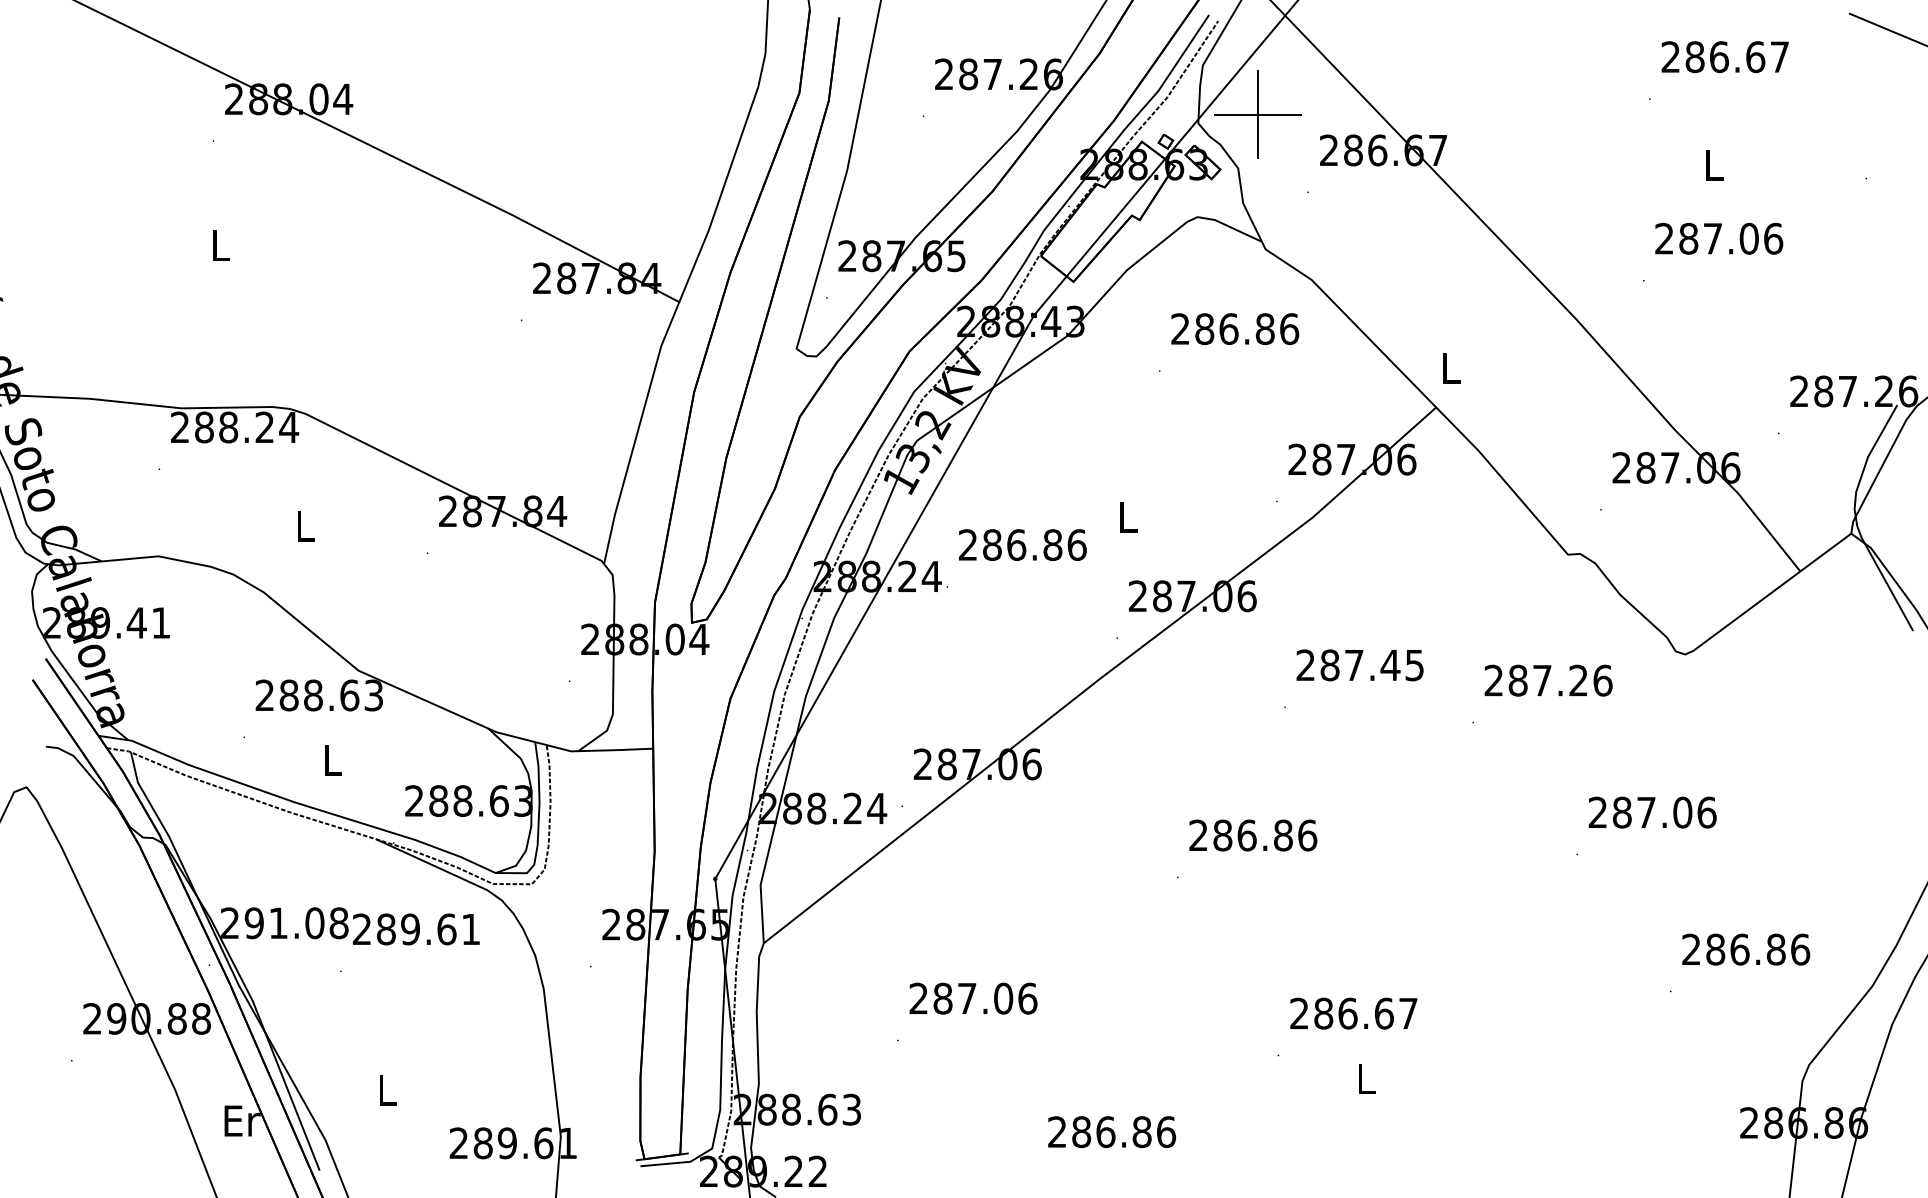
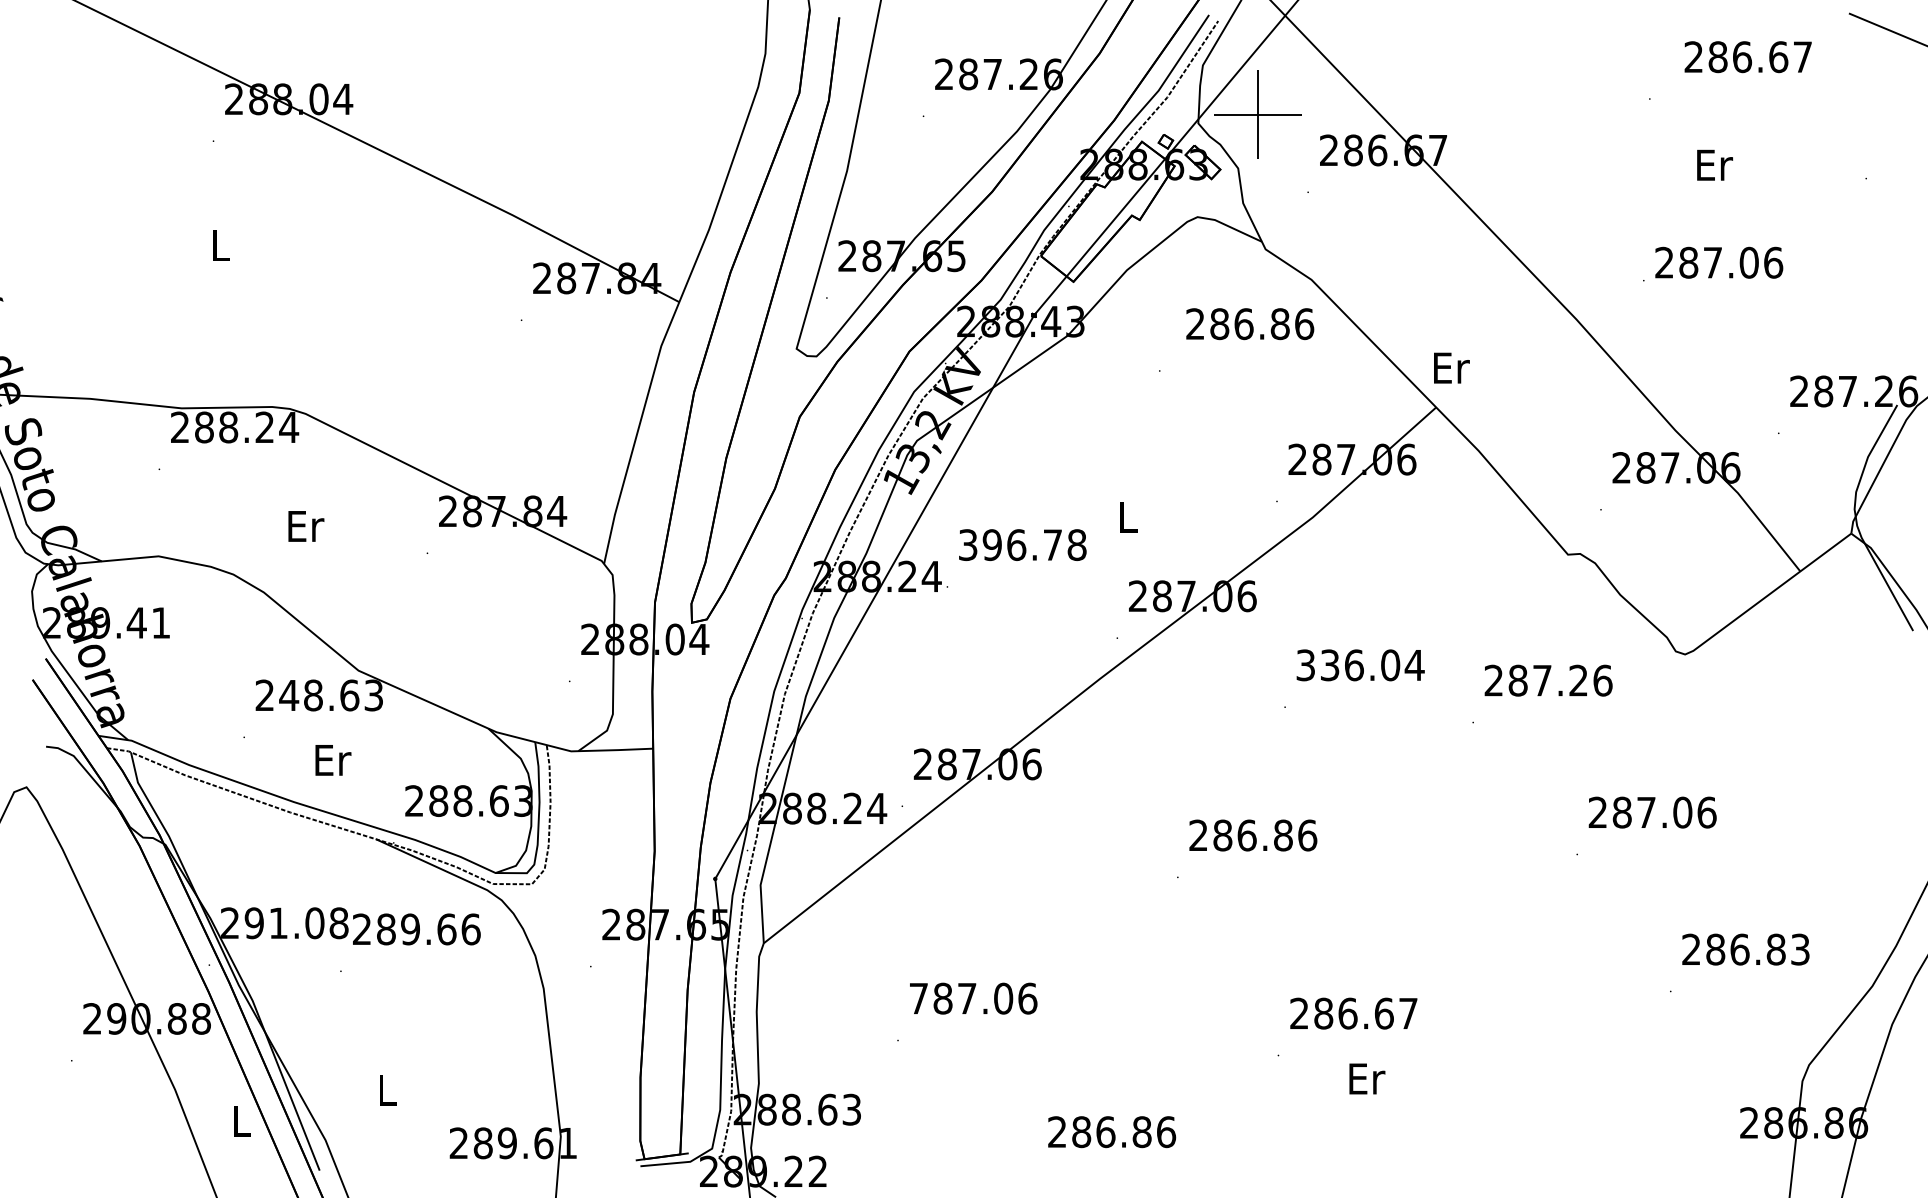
text at (1724, 57) position: (1724, 57) -> (1747, 57)
text at (1715, 164): L -> Er
text at (1719, 238) position: (1719, 238) -> (1719, 262)
text at (1235, 329) position: (1235, 329) -> (1250, 324)
text at (1451, 367): L -> Er
text at (306, 526): L -> Er
text at (1022, 545): 286.86 -> 396.78
text at (1360, 665): 287.45 -> 336.04
text at (289, 695): 288.63 -> 248.63
text at (333, 760): L -> Er
text at (470, 929): 289.61 -> 289.66
text at (1800, 949): 286.86 -> 286.83
text at (918, 998): 287.06 -> 787.06
text at (1367, 1078): L -> Er
text at (242, 1120): Er -> L
